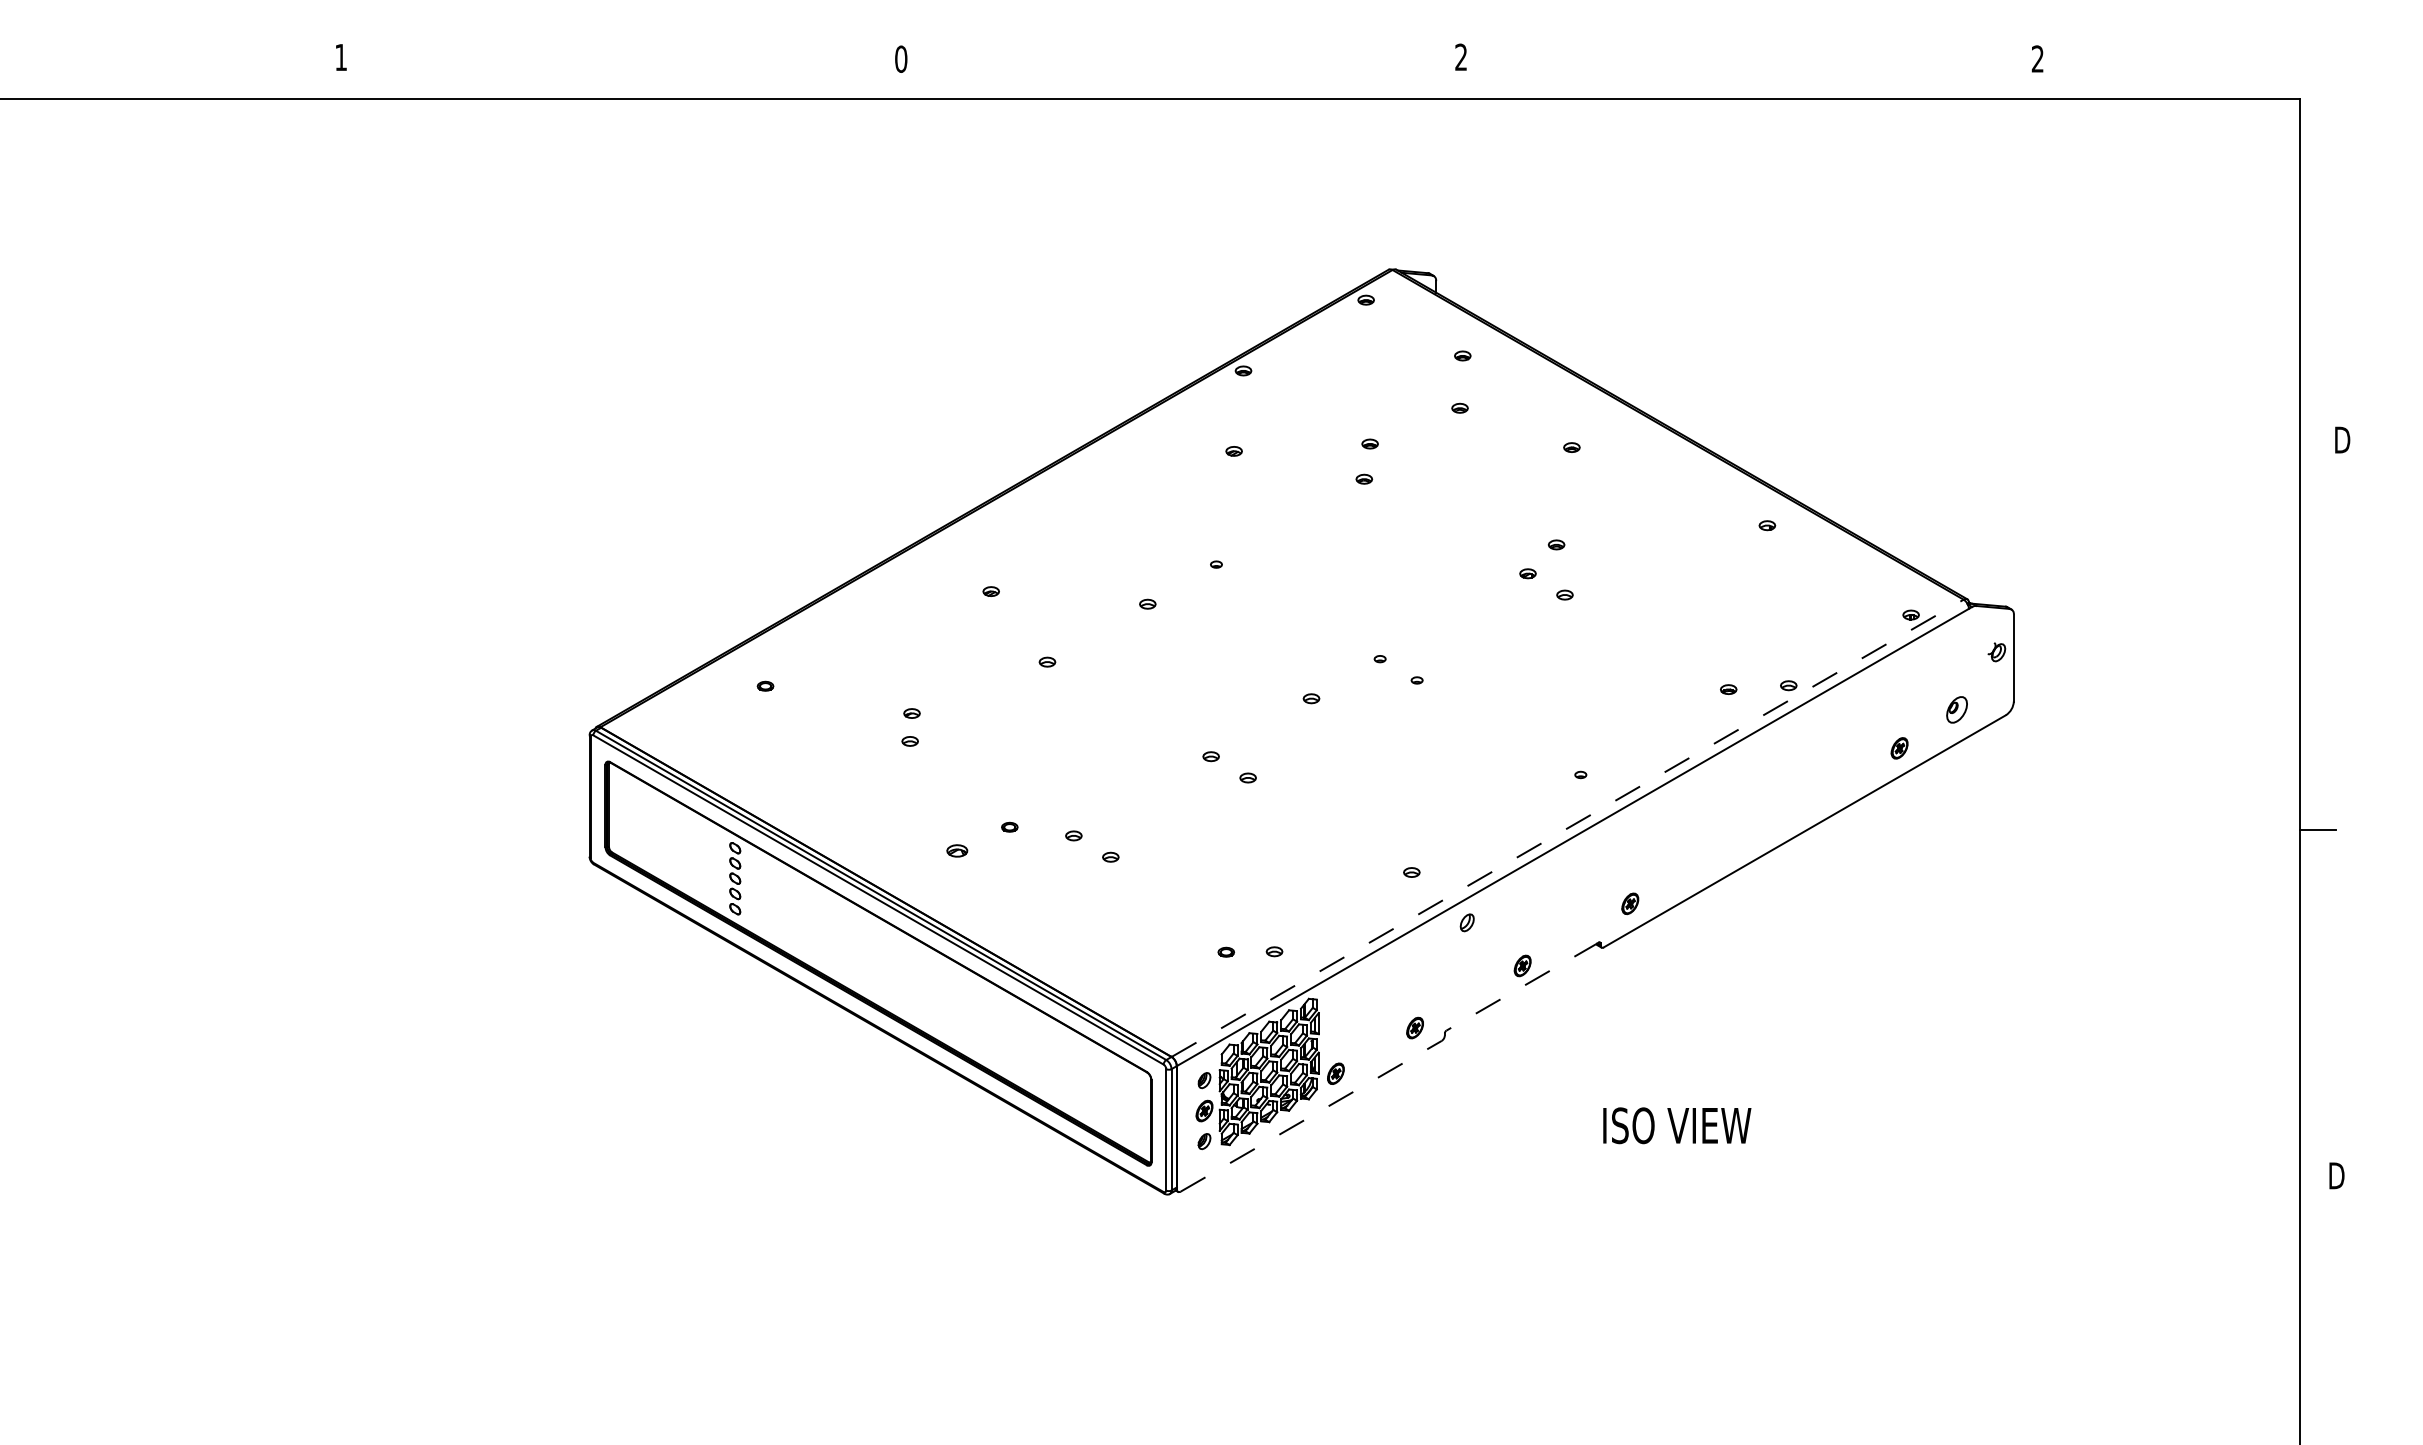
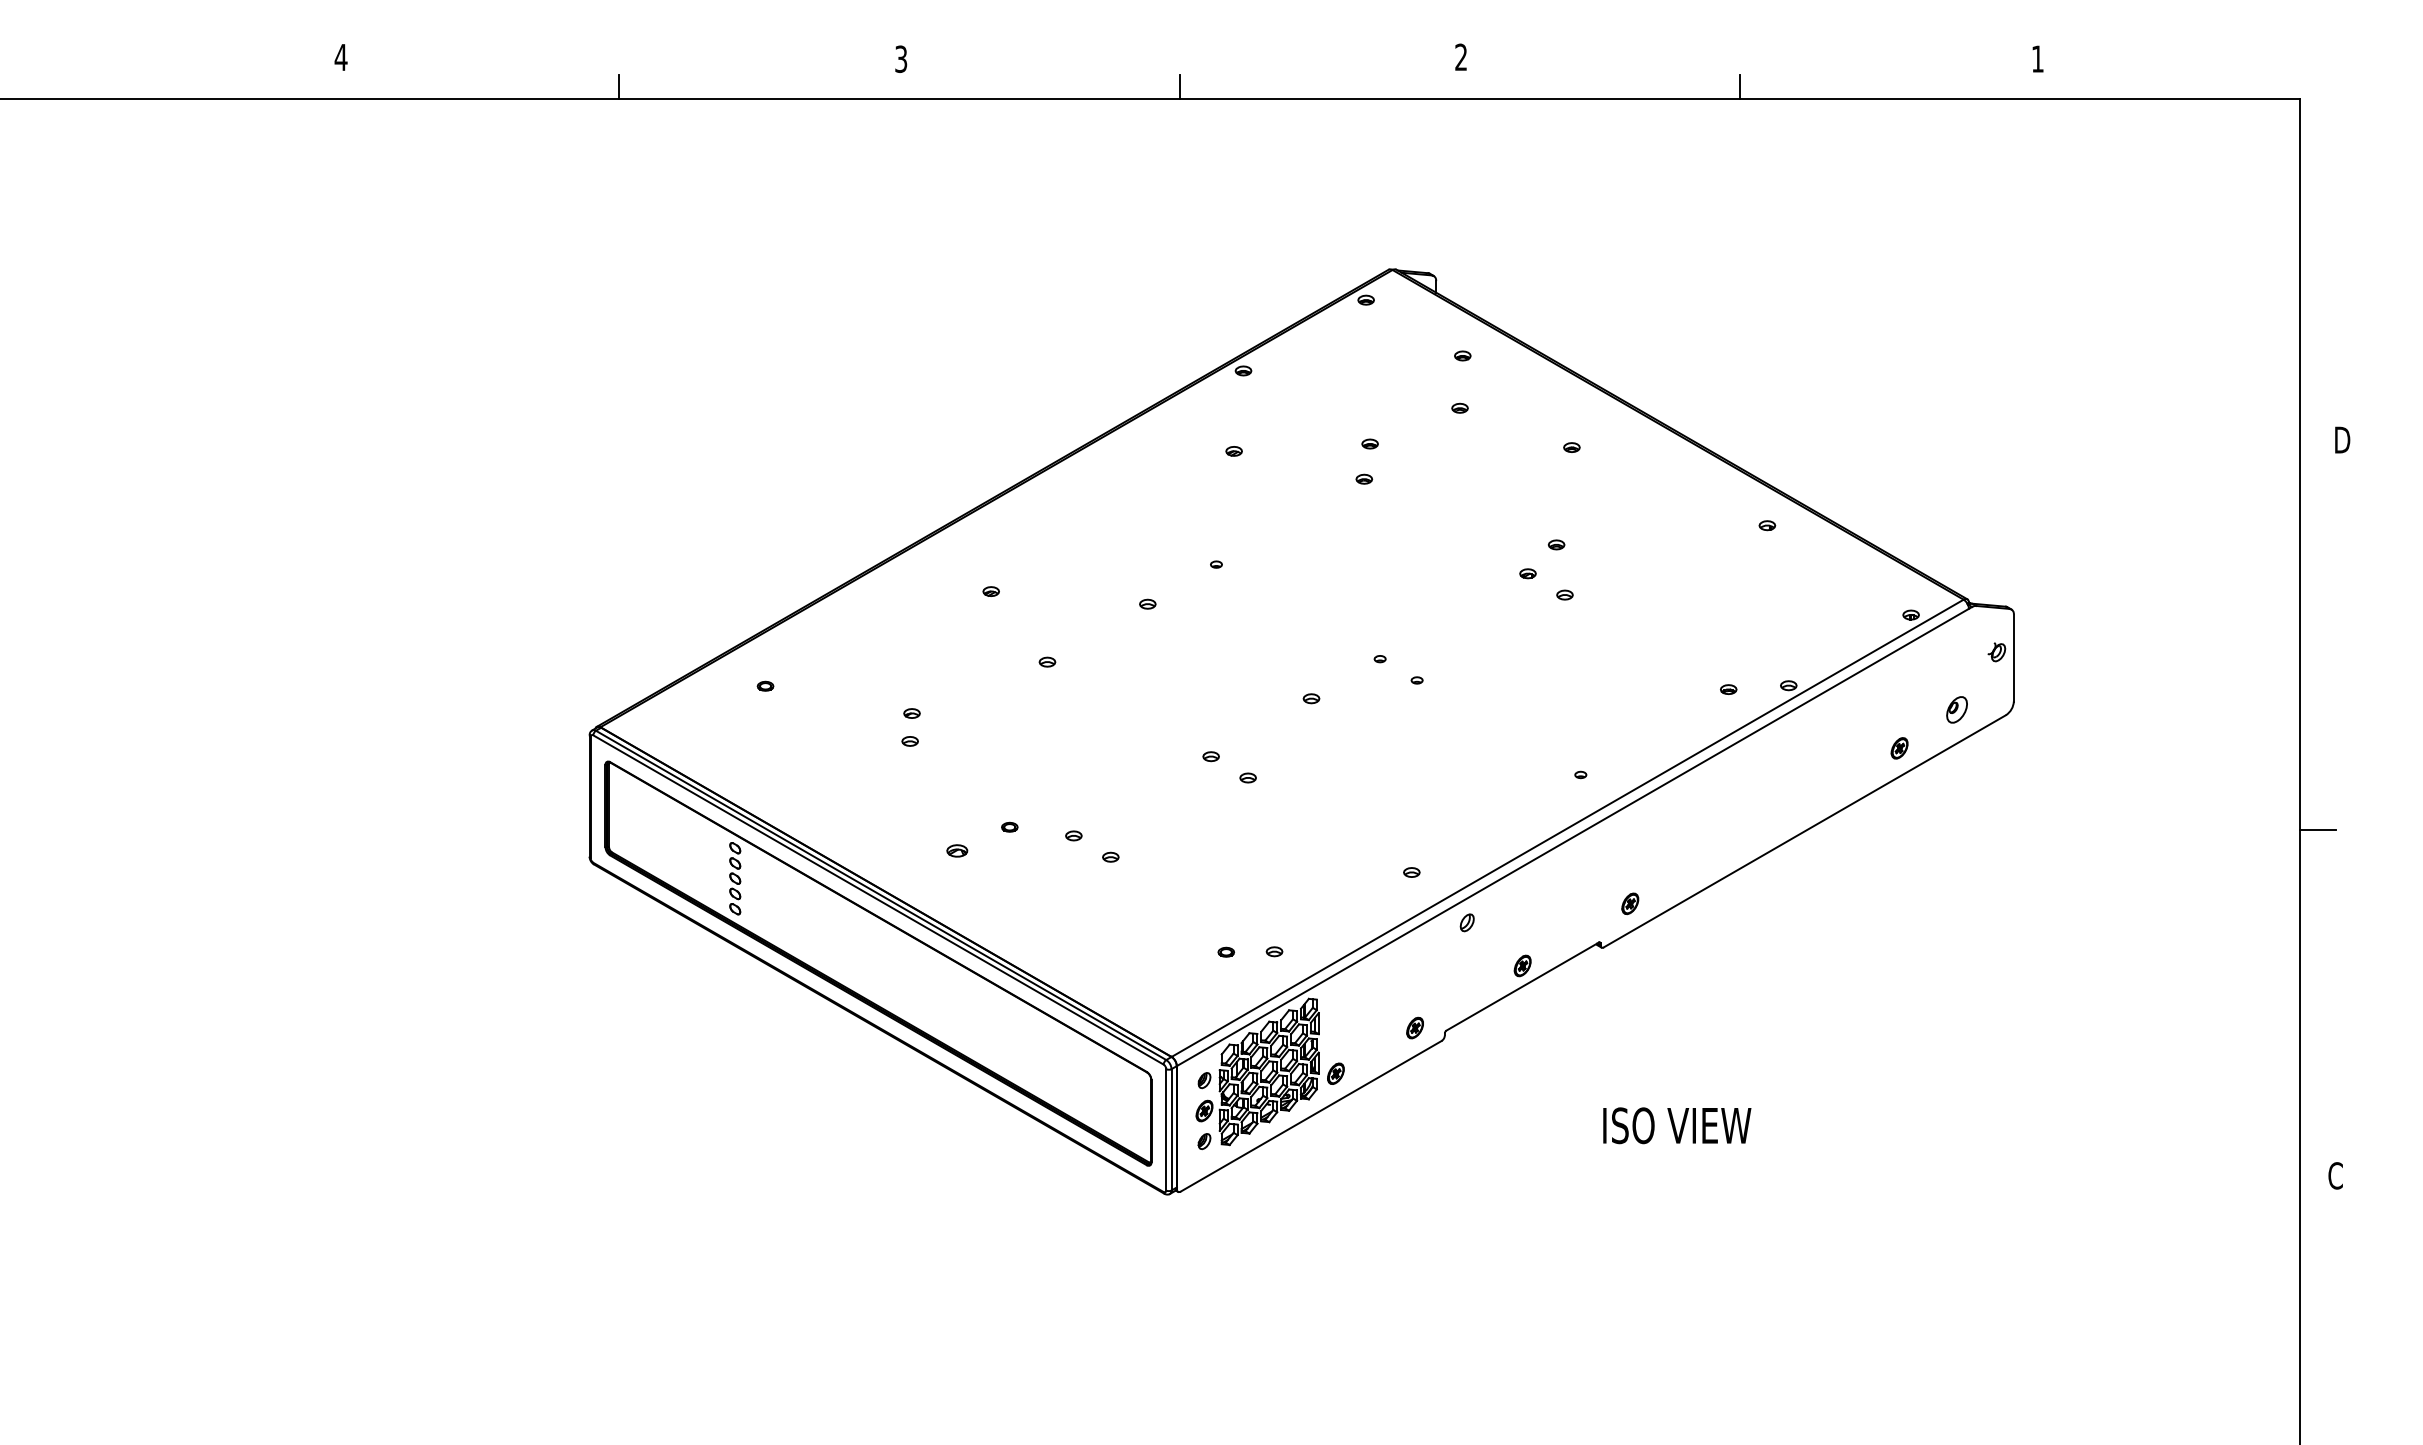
text at (340, 57): 1 -> 4
text at (901, 58): 0 -> 3
text at (2037, 58): 2 -> 1
line at (619, 87): none -> present
line at (1179, 87): none -> present
line at (1739, 87): none -> present
line at (1568, 828): dashed -> solid
line at (1522, 986): dashed -> solid
line at (1311, 1116): dashed -> solid
text at (2336, 1175): D -> C
